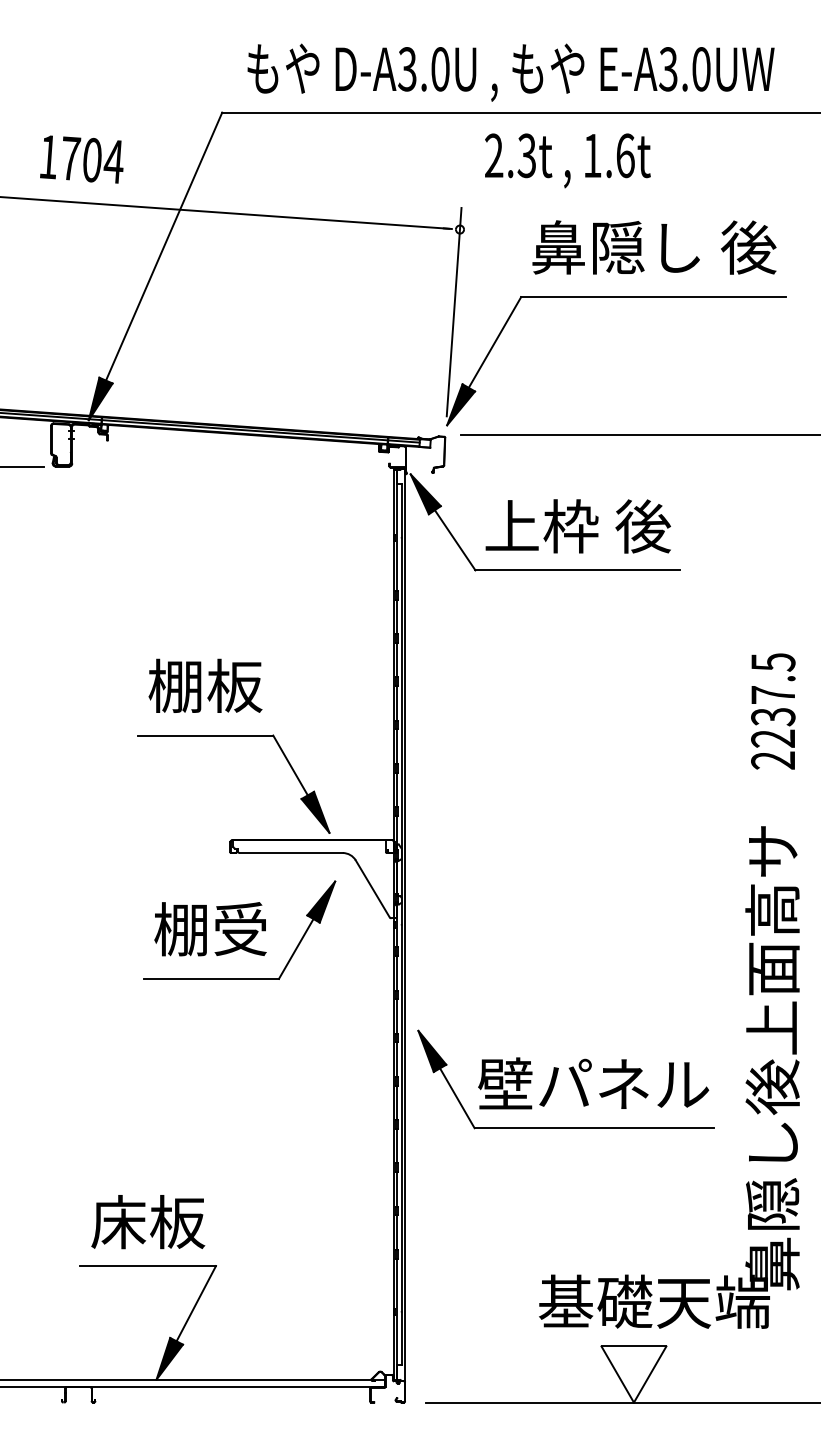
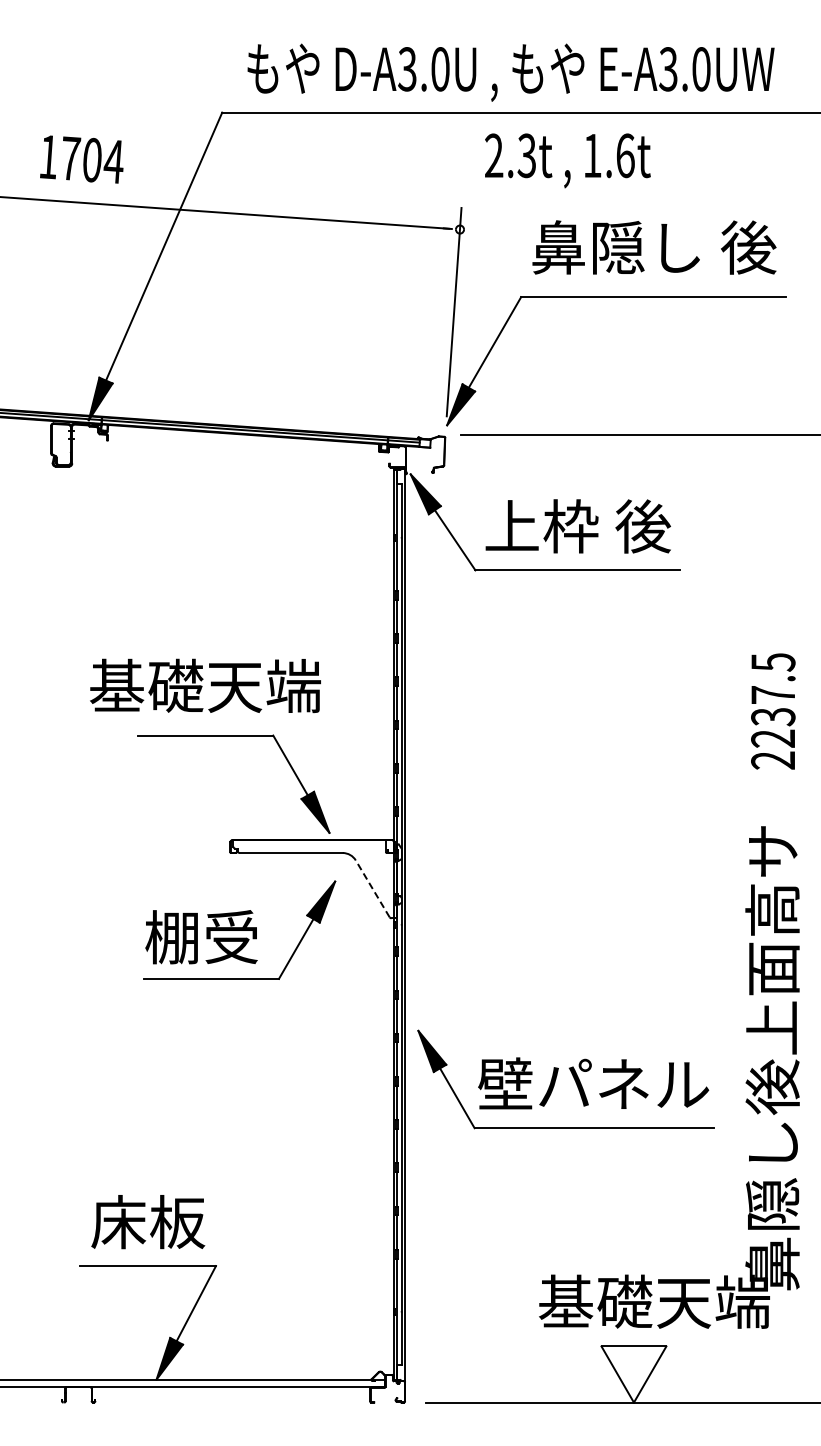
line at (23, 466): present -> none
text at (205, 685): 棚板 -> 基礎天端
line at (372, 888): solid -> dashed
text at (210, 929) position: (210, 929) -> (201, 937)
